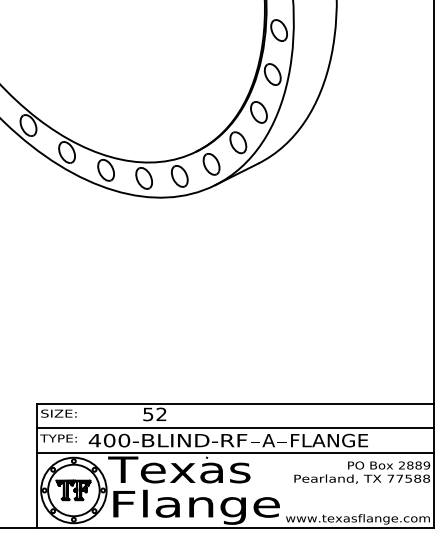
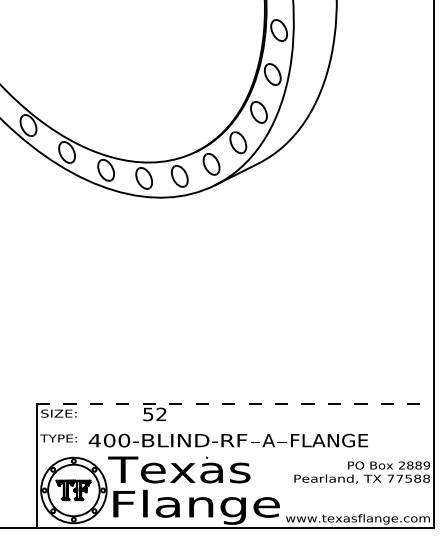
line at (235, 403): solid -> dashed
line at (234, 428): present -> none
line at (234, 453): present -> none
